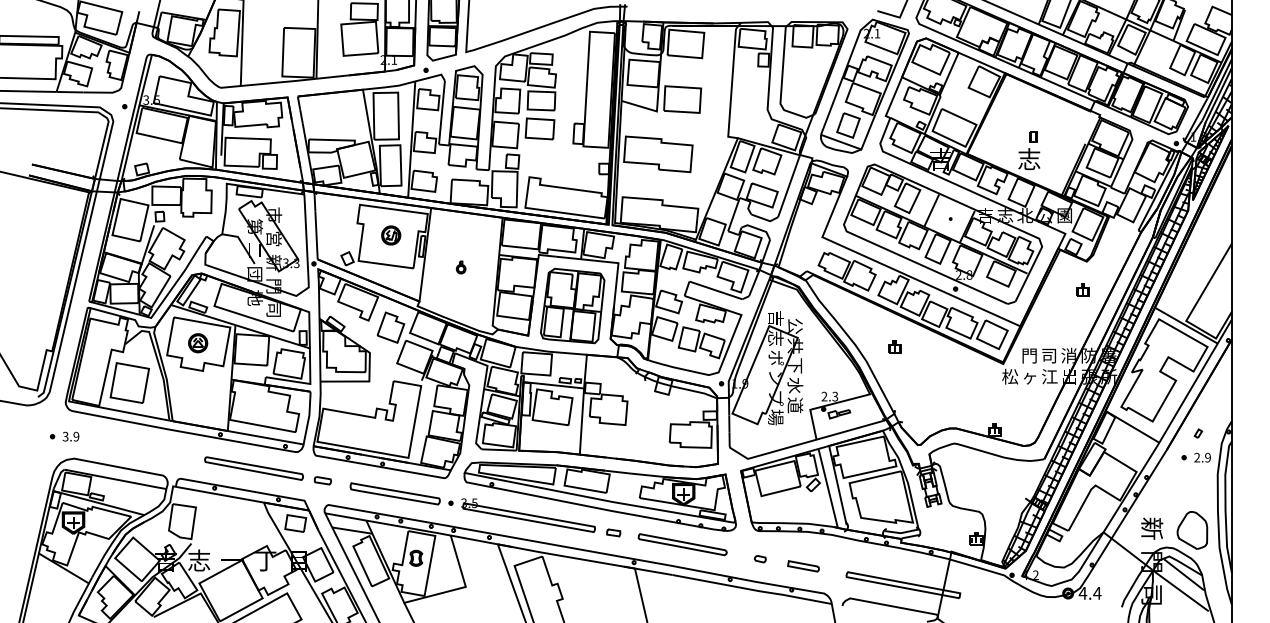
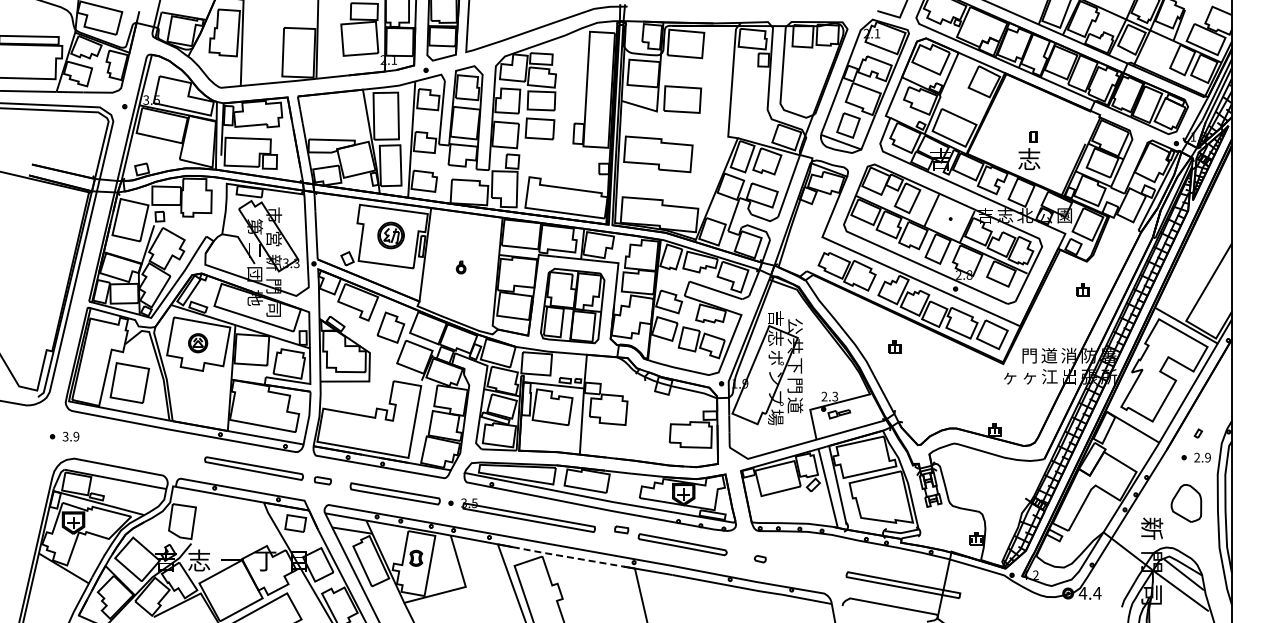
part at (391, 235) size: 21x21 px -> 28x29 px
text at (1049, 355): 司 -> 道
text at (1010, 376): 松 -> ヶ
text at (795, 385): 水 -> 門
part at (1192, 530) position: (1192, 530) -> (1186, 503)
part at (613, 532) position: (613, 532) -> (621, 529)
line at (567, 556): solid -> dashed
part at (803, 566): present -> none
